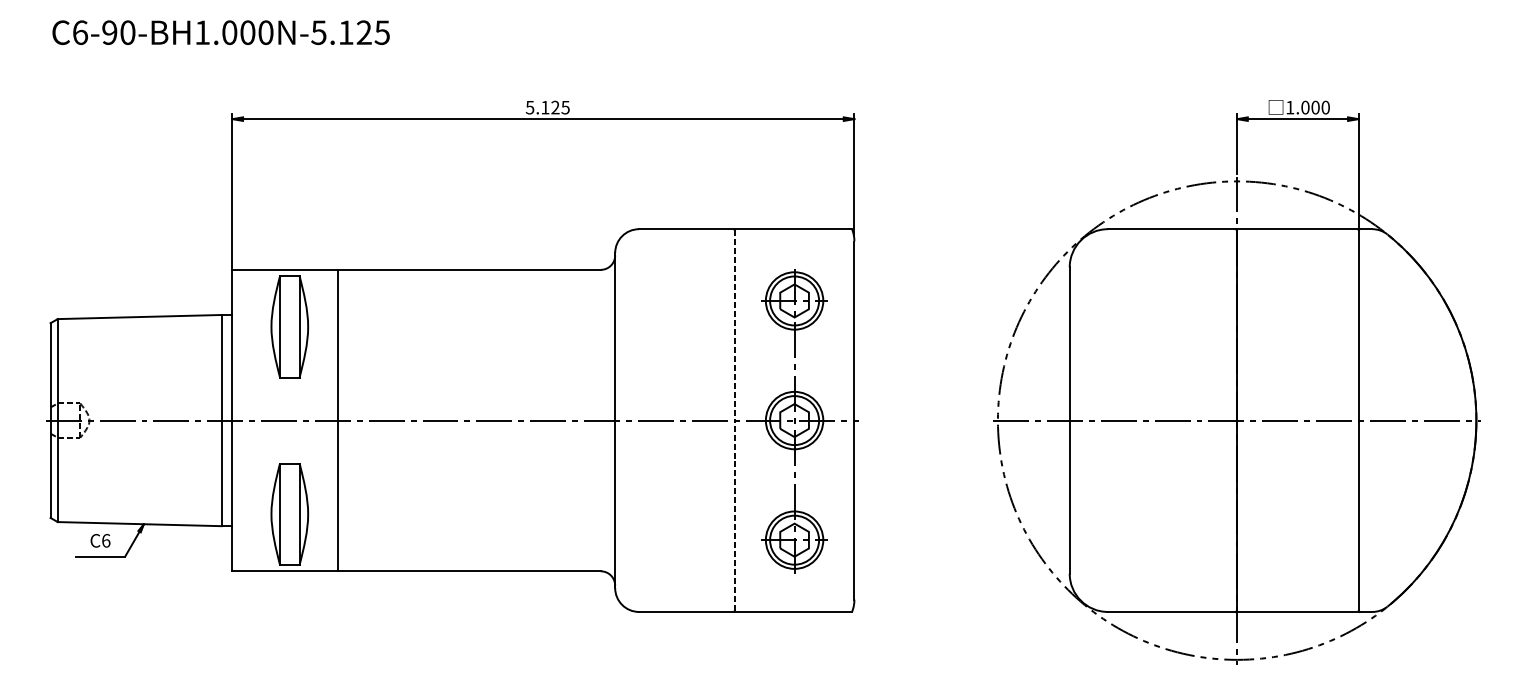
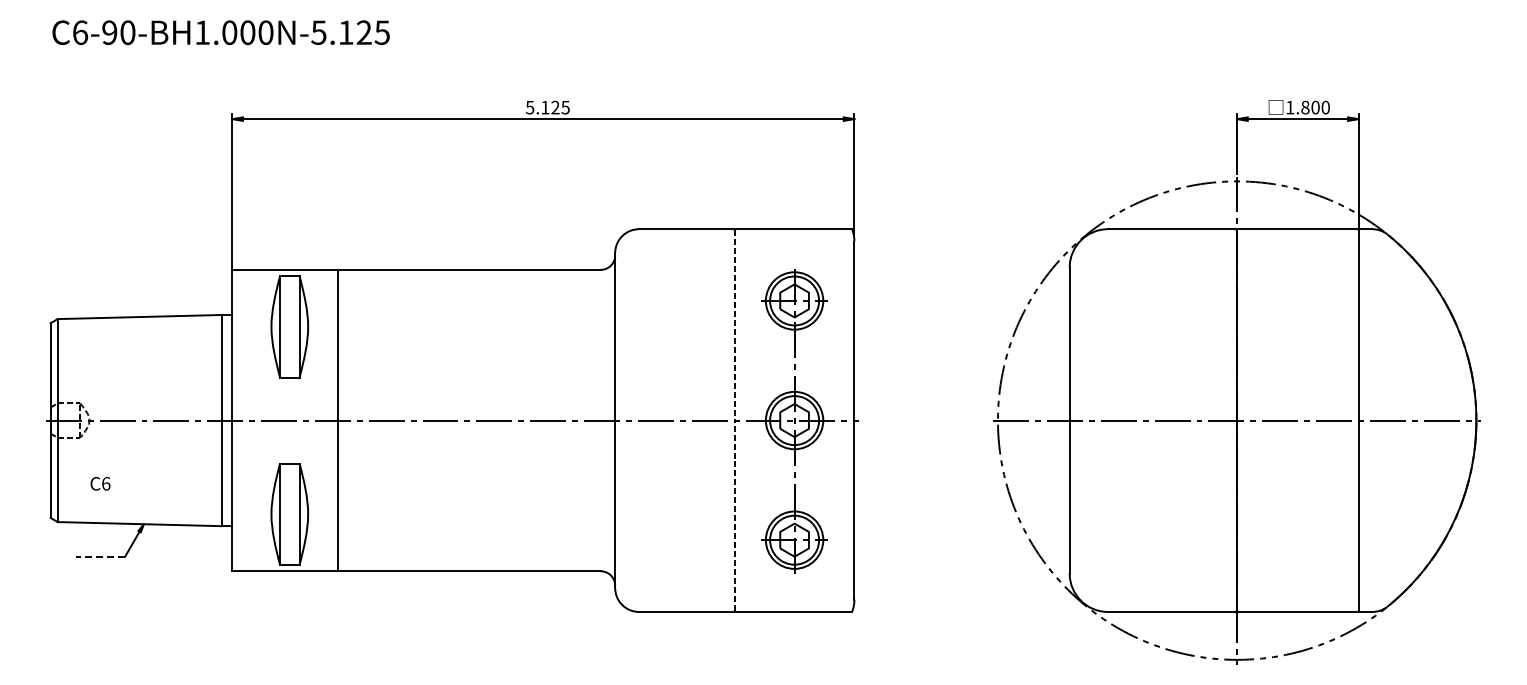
text at (1305, 107): 1.000 -> 1.800
text at (100, 540) position: (100, 540) -> (100, 483)
line at (100, 556): solid -> dashed
